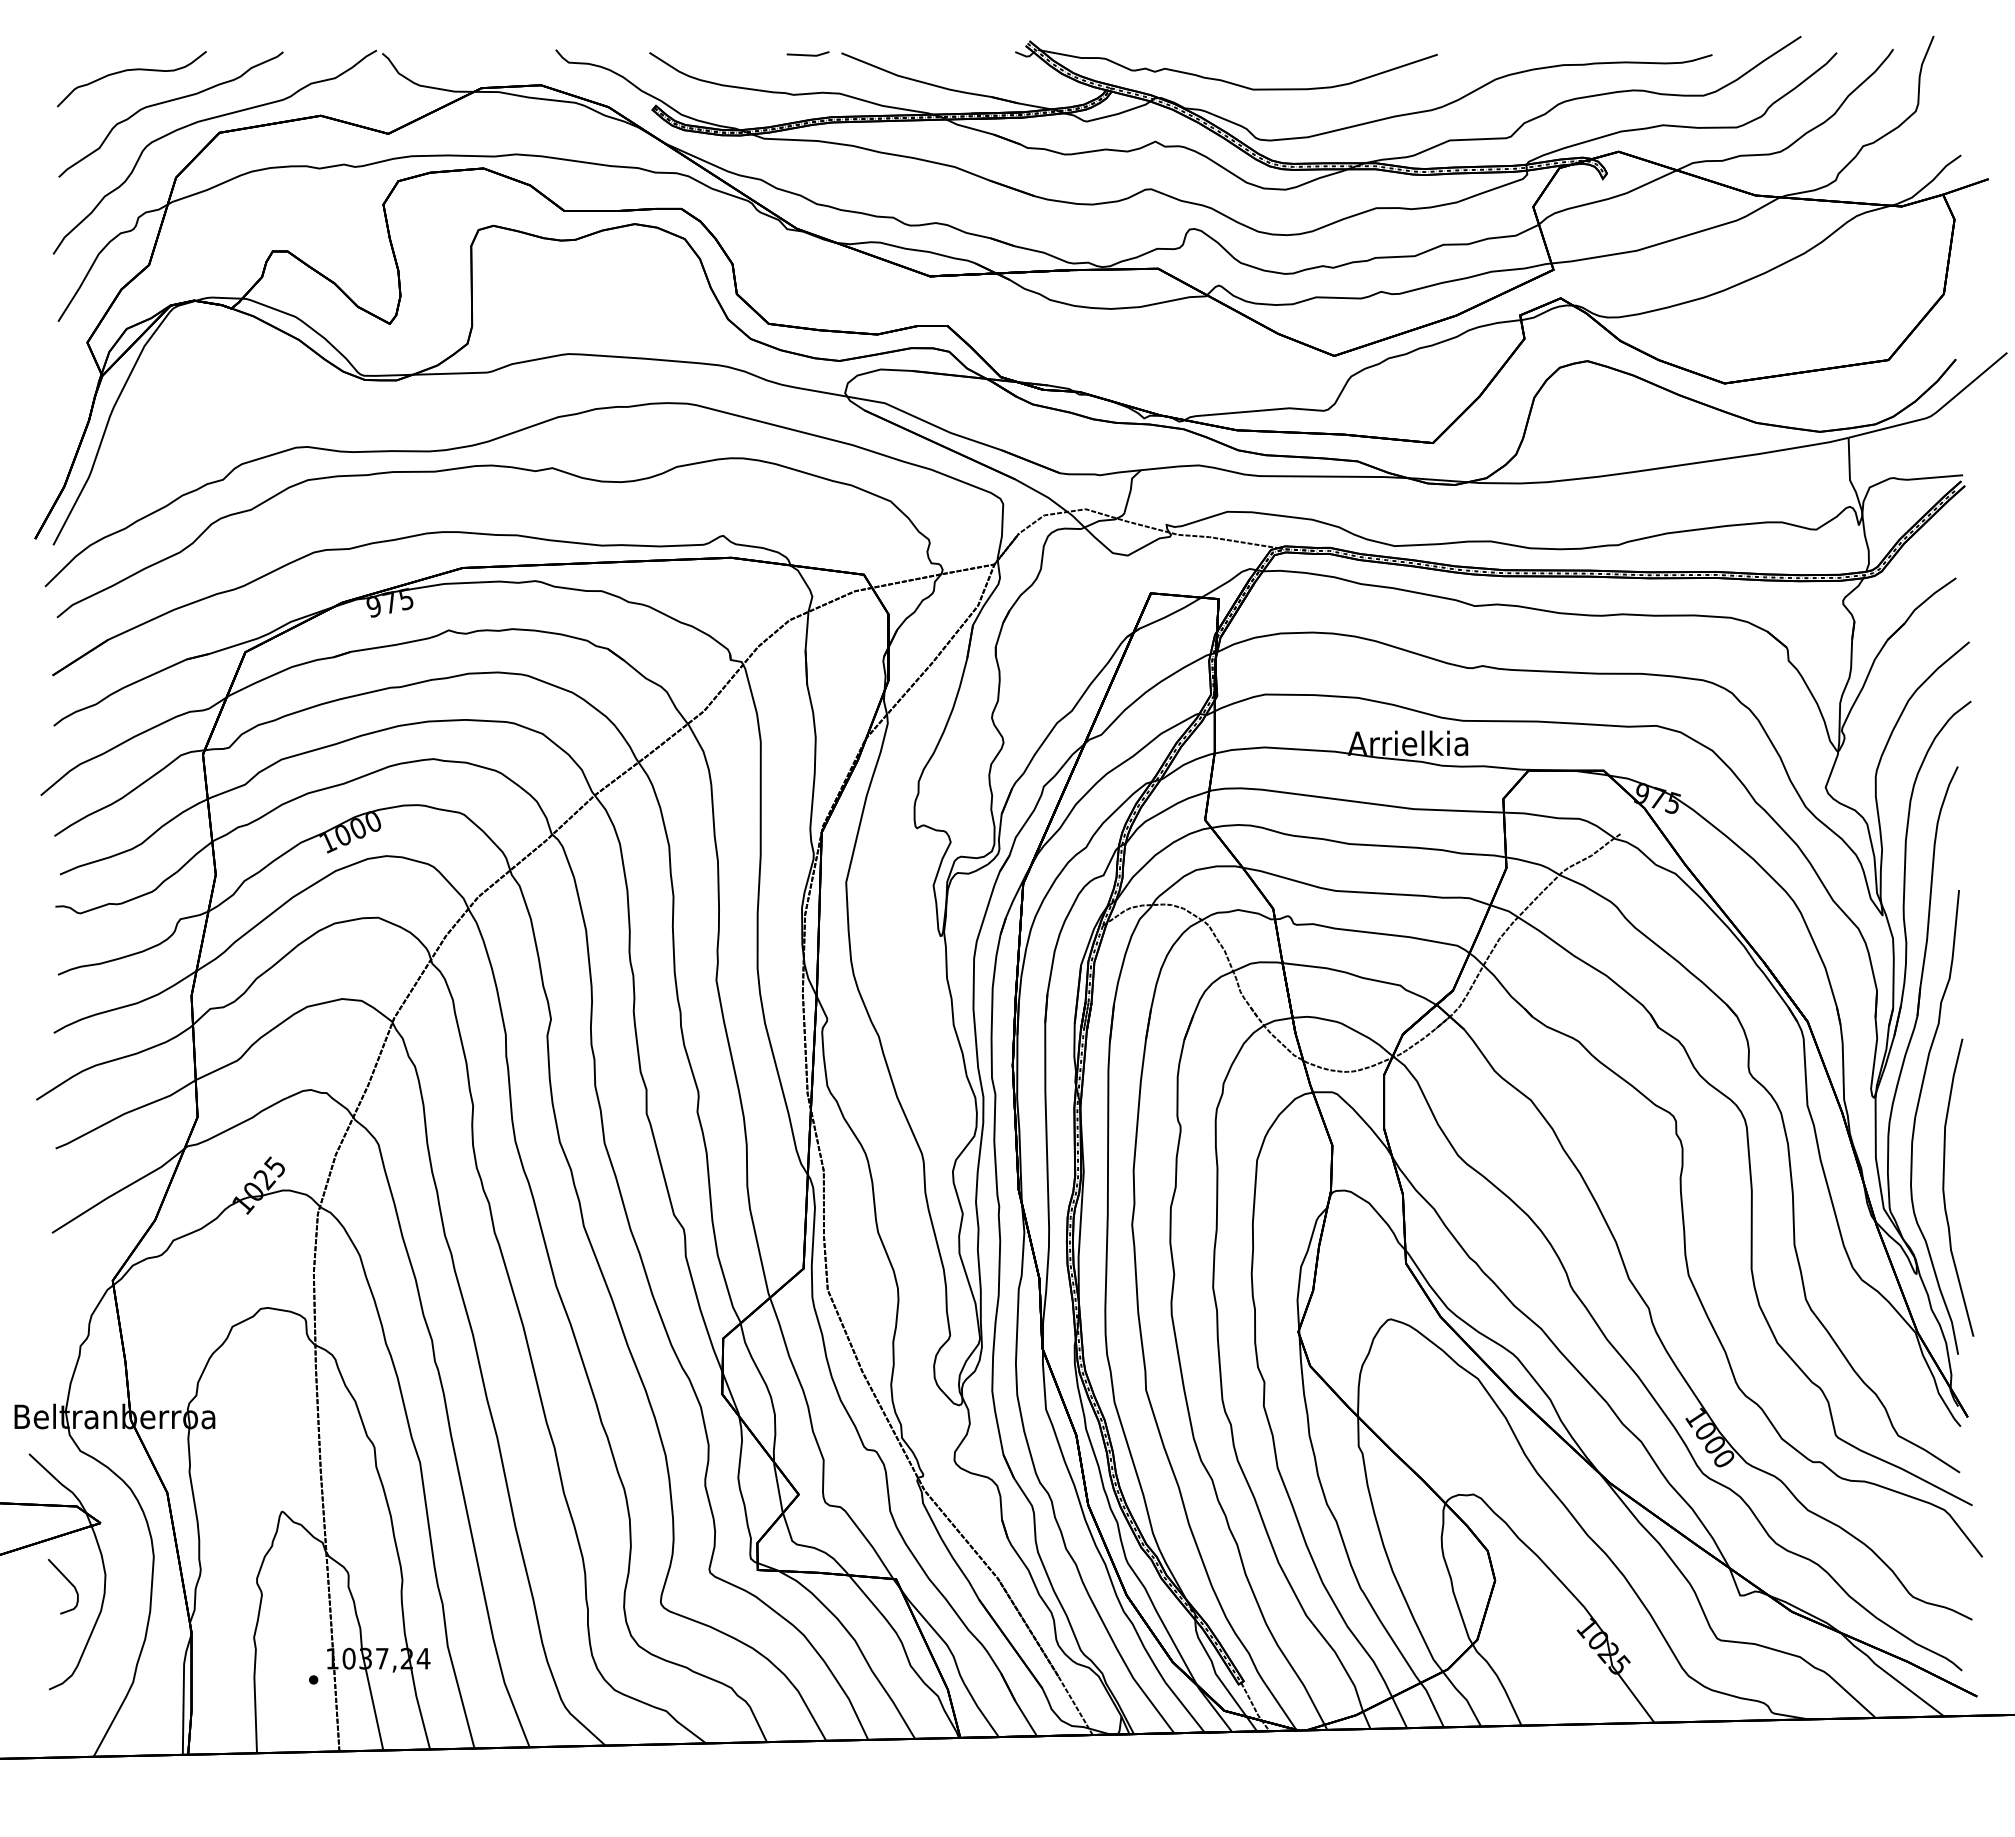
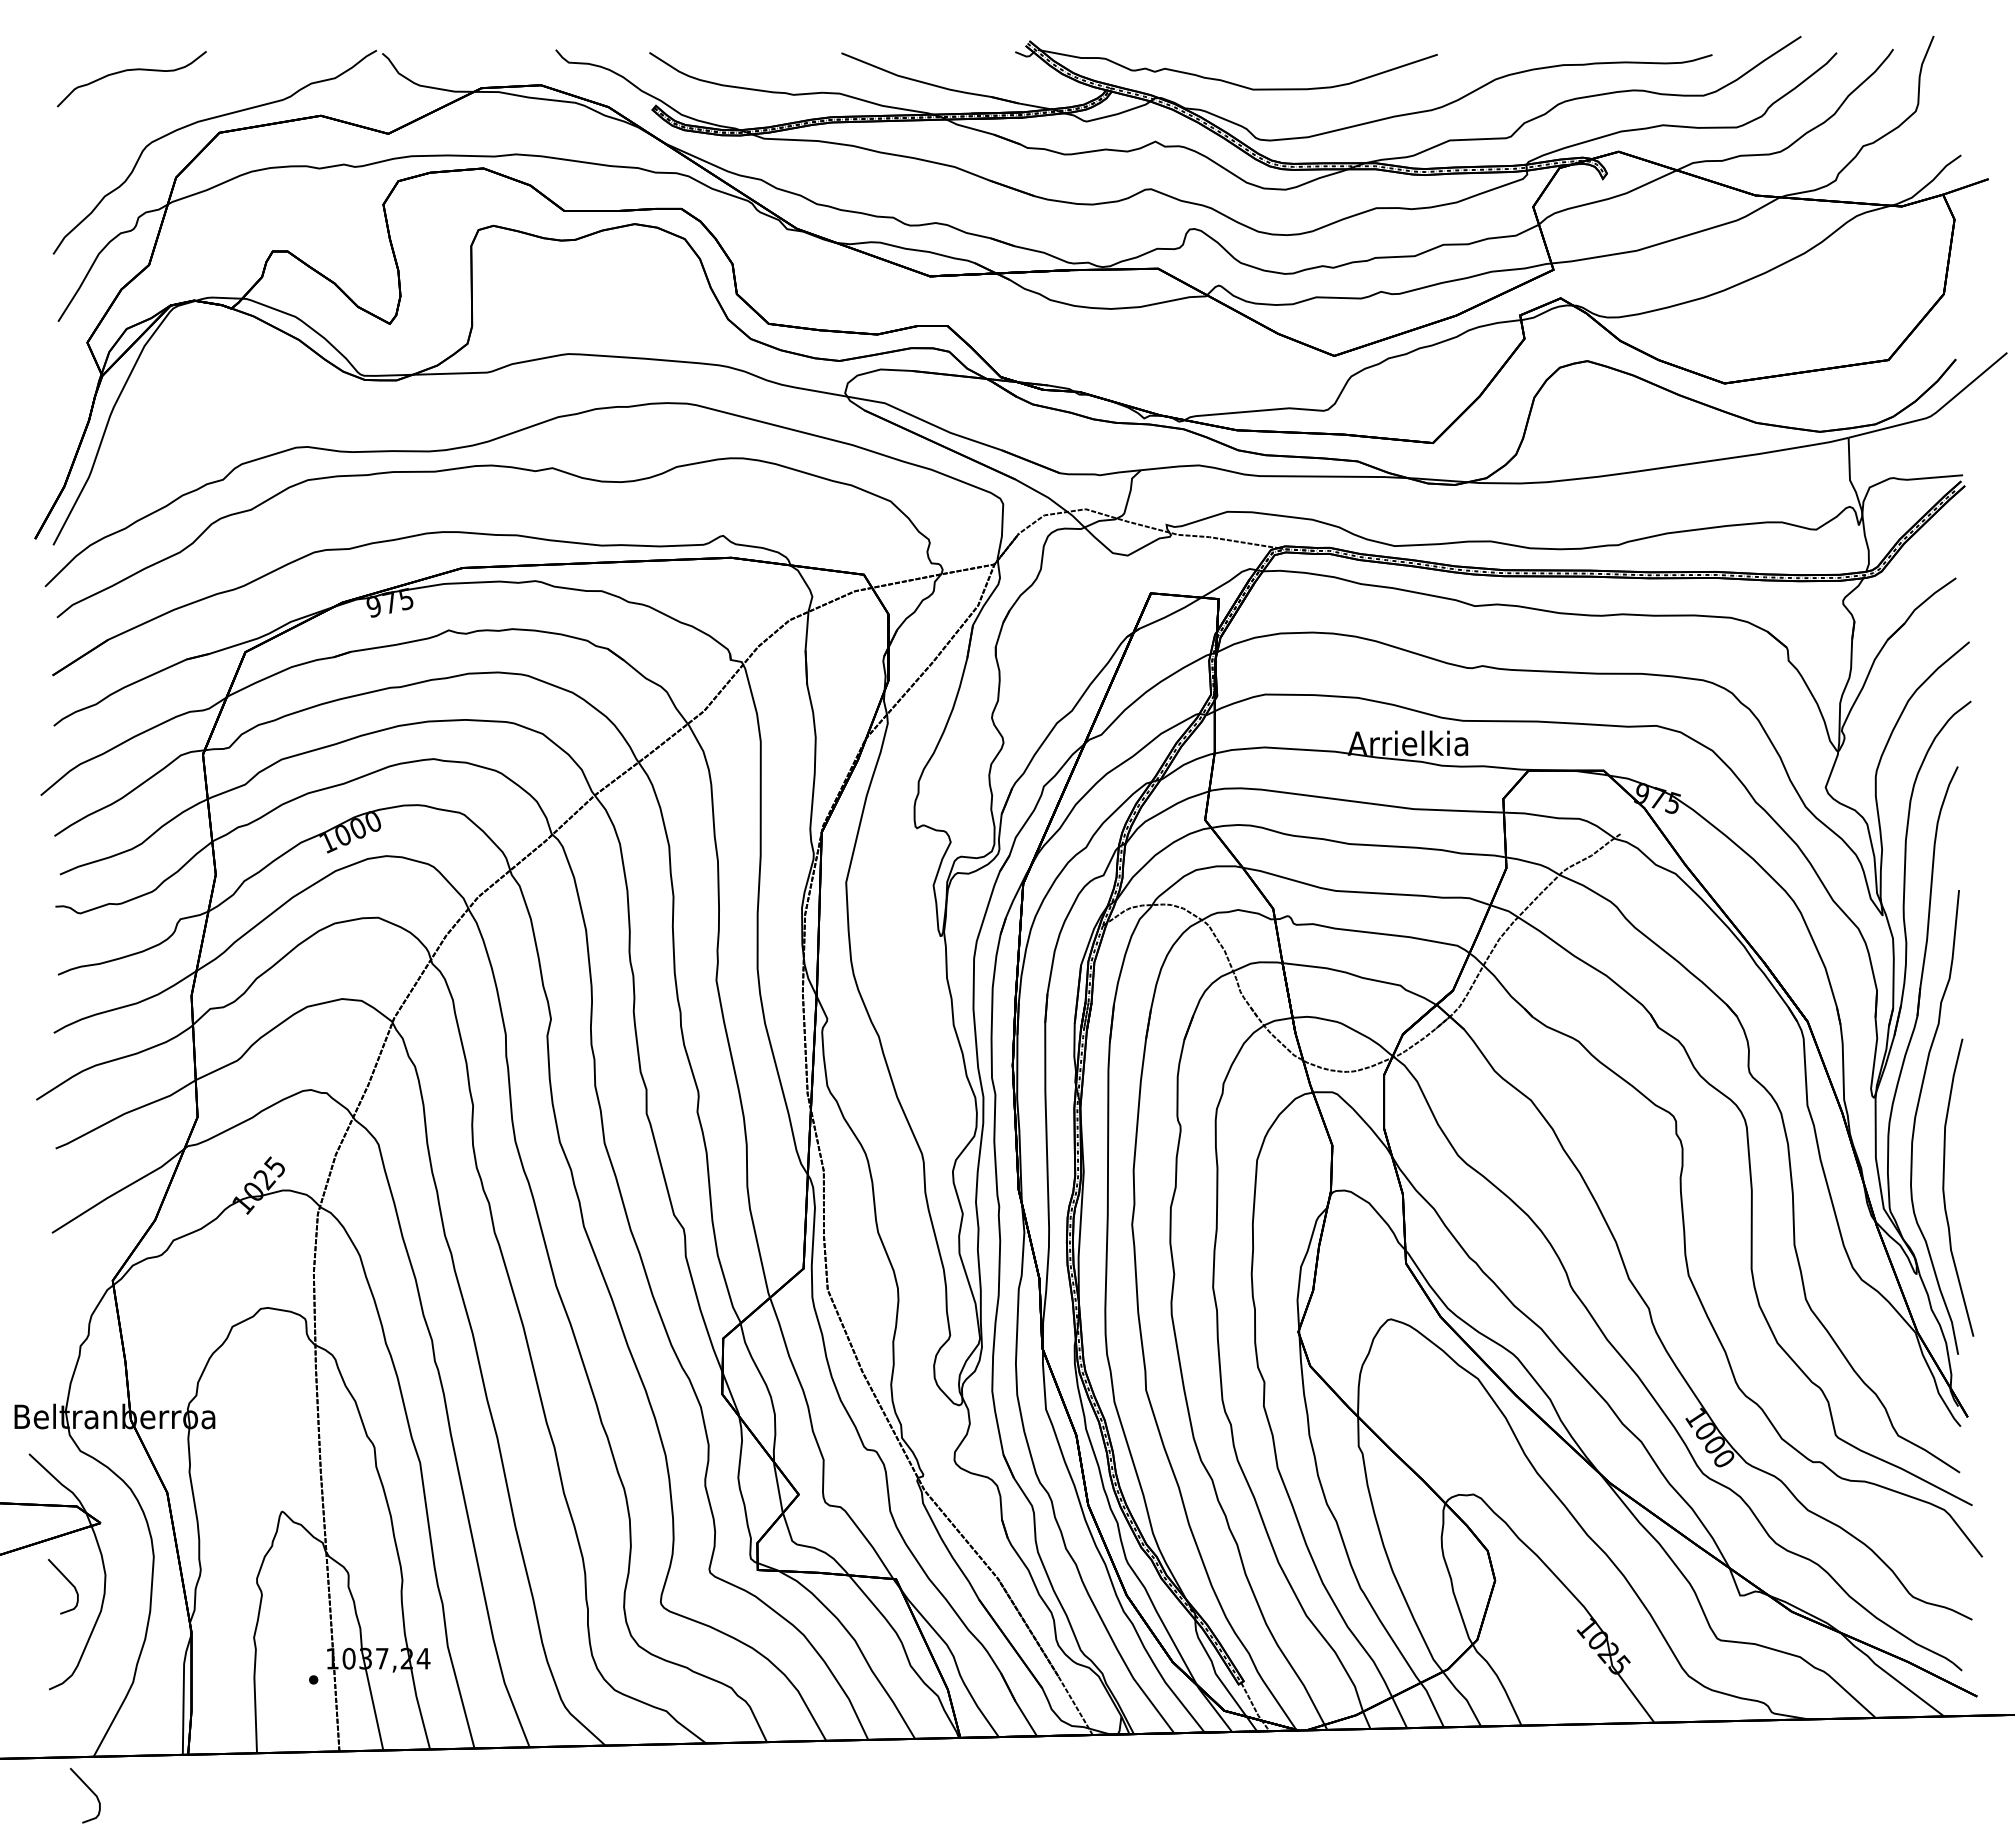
line at (807, 54): present -> none
curve at (168, 102): present -> none
curve at (89, 1790): none -> present
